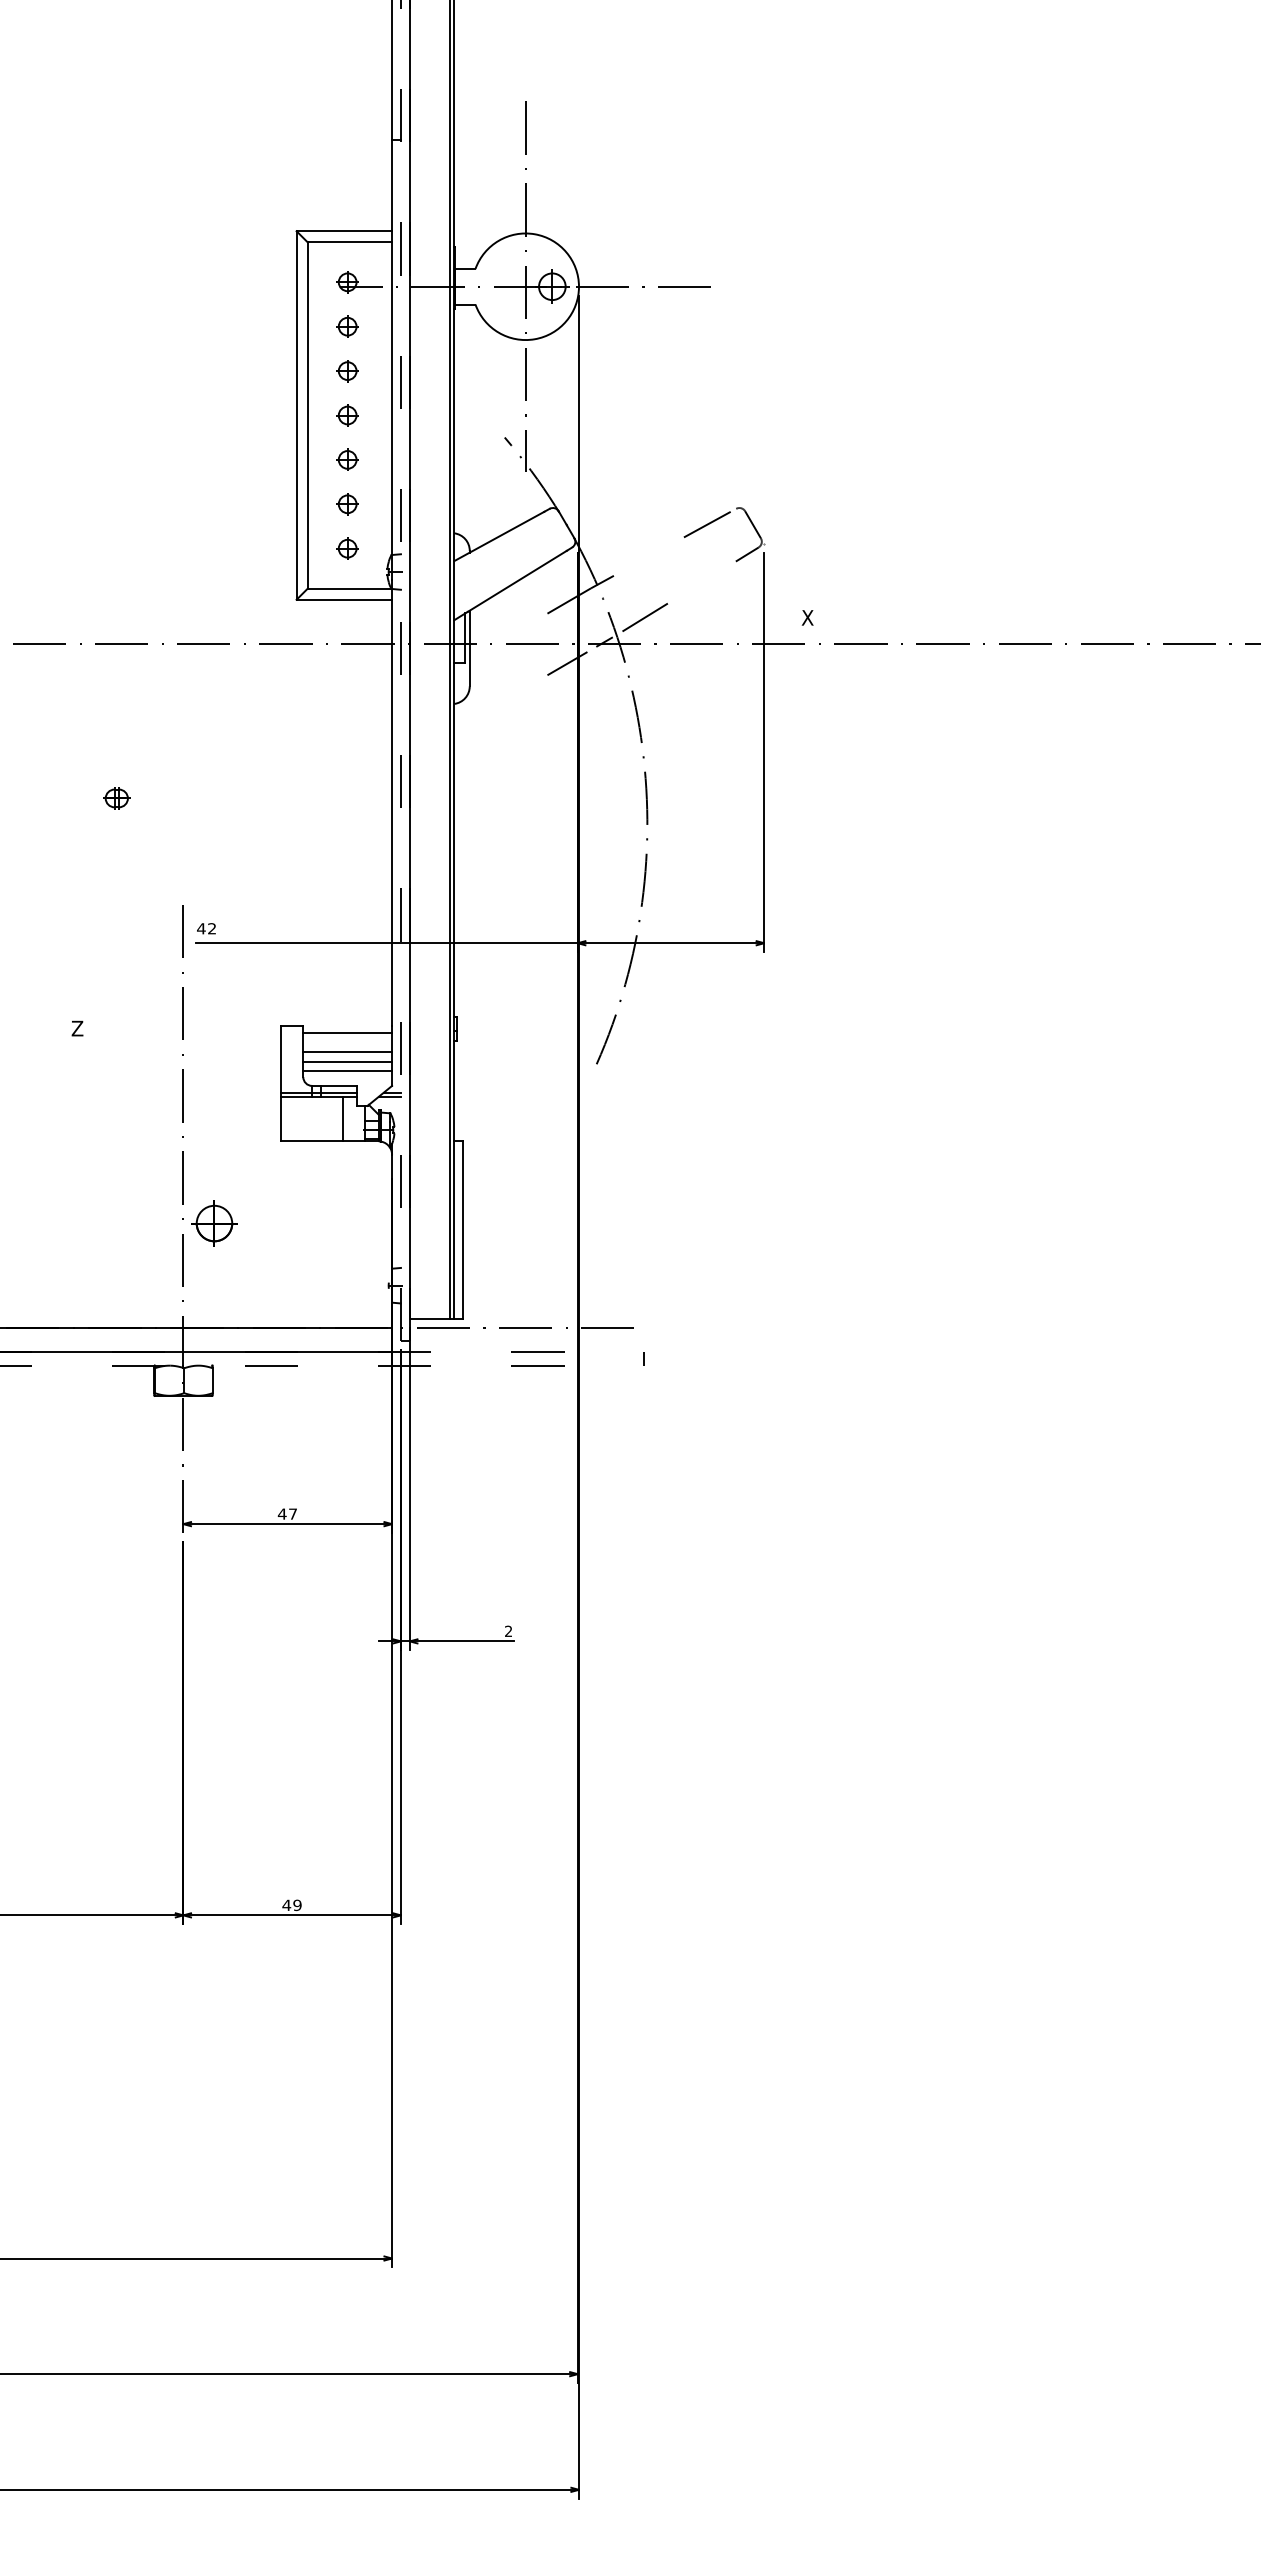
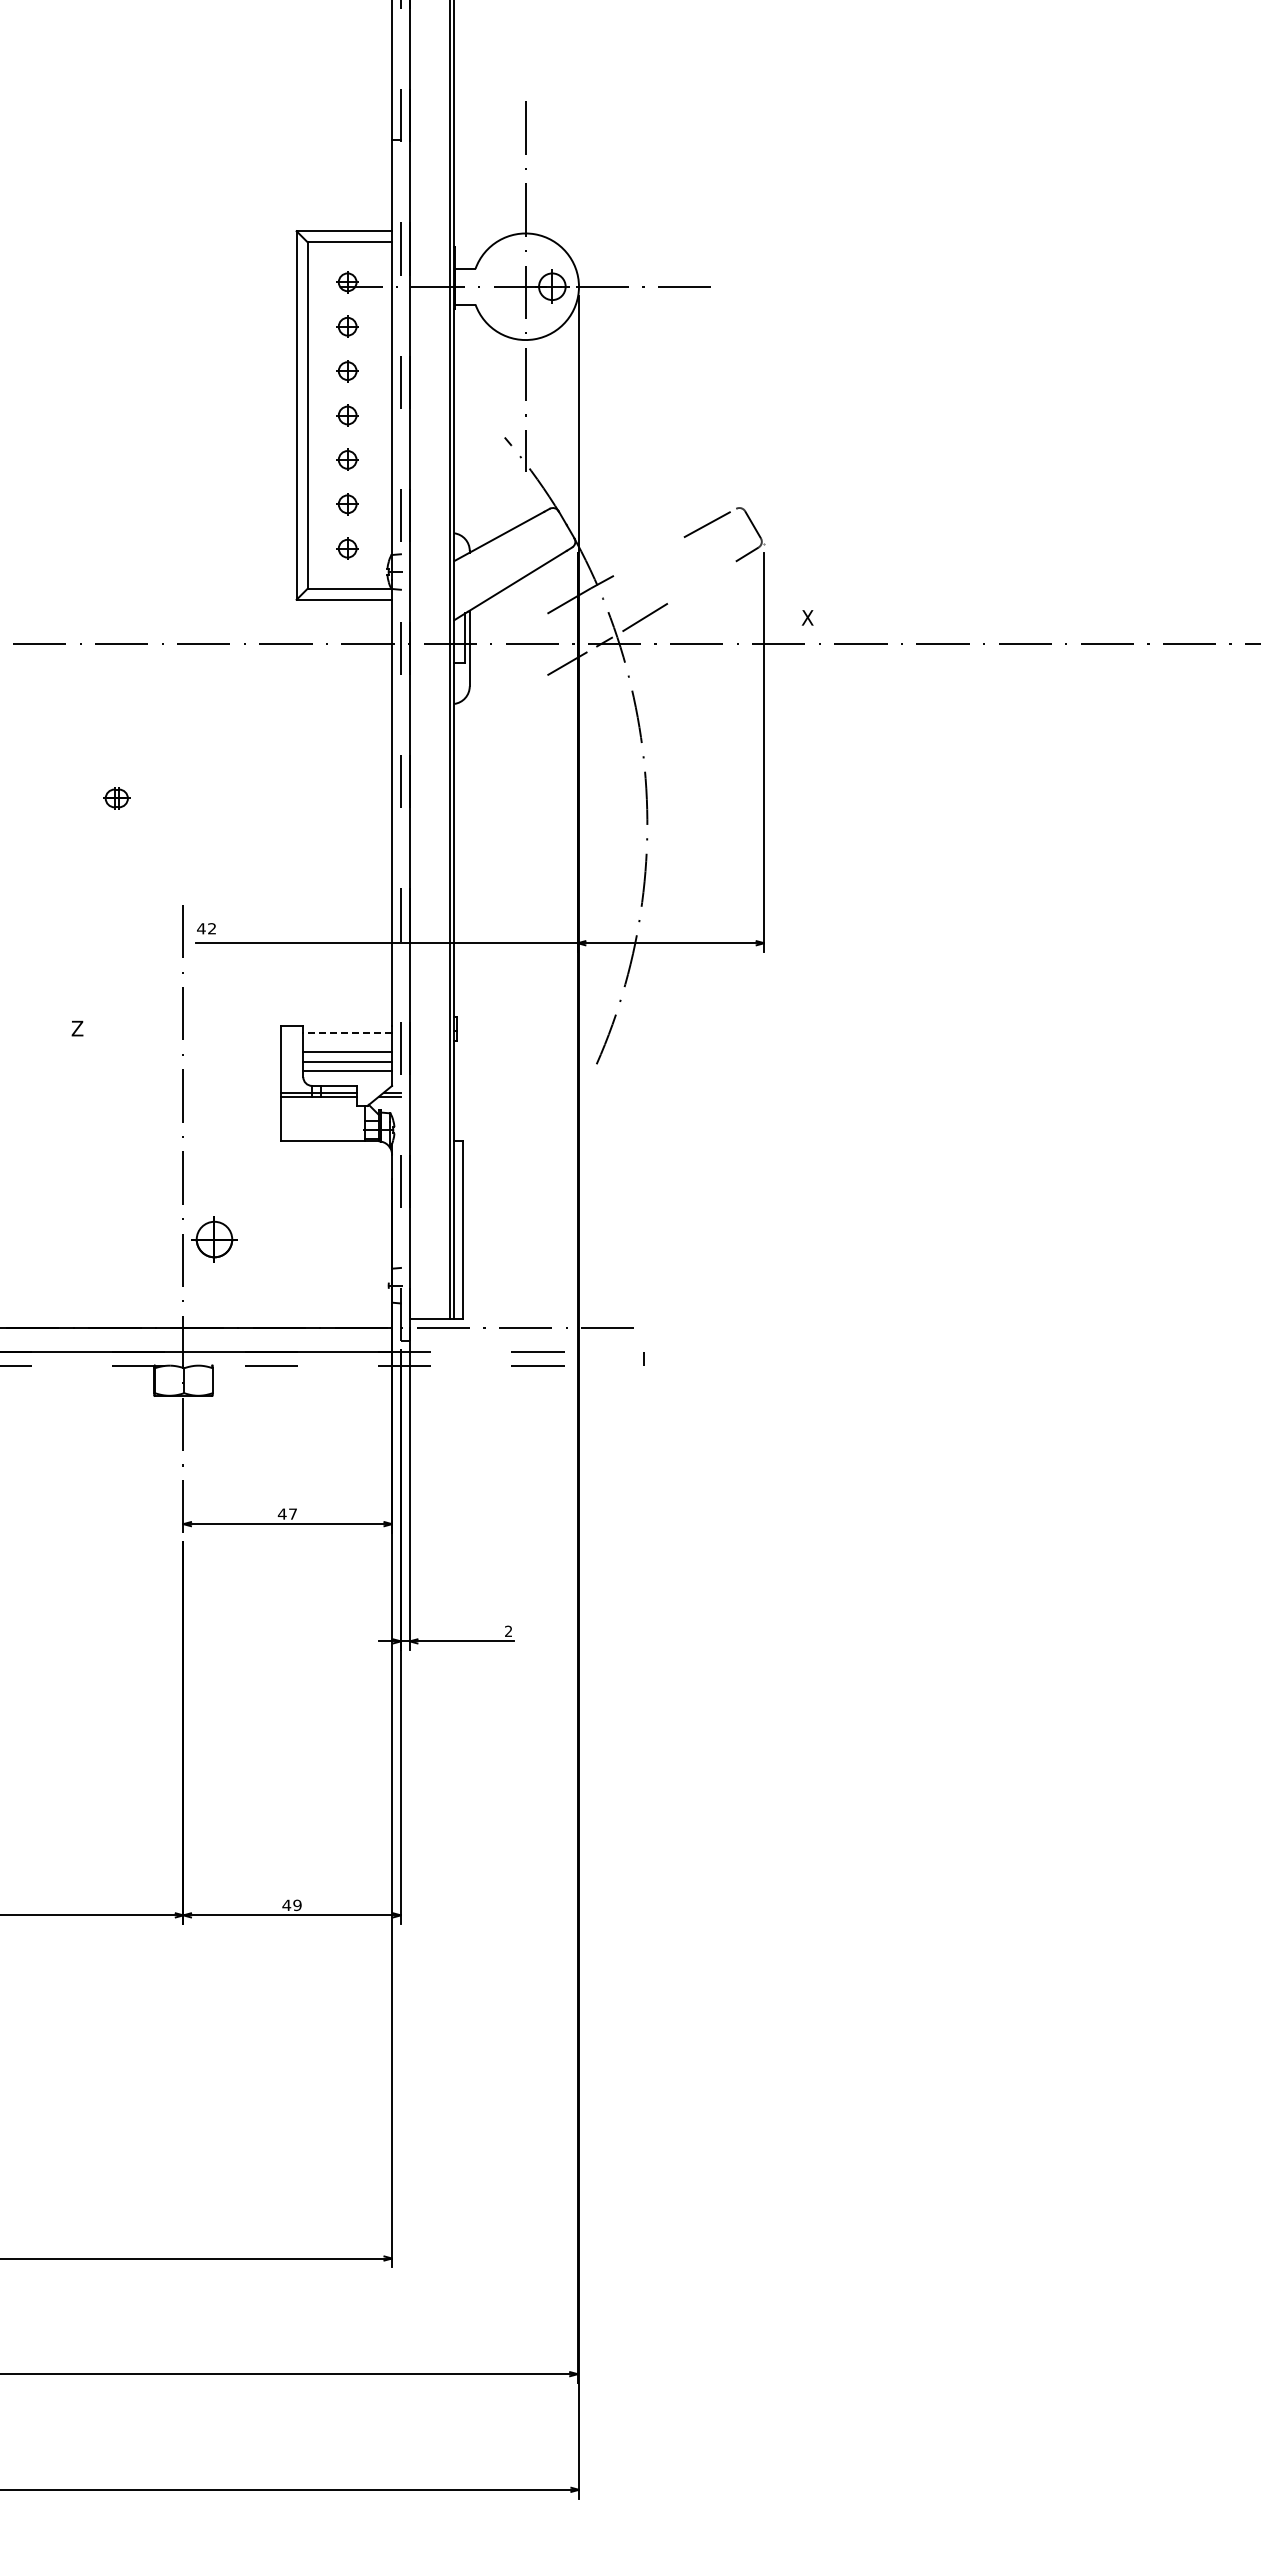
line at (347, 1032): solid -> dashed
line at (343, 1119): present -> none
part at (214, 1223) position: (214, 1223) -> (214, 1239)
